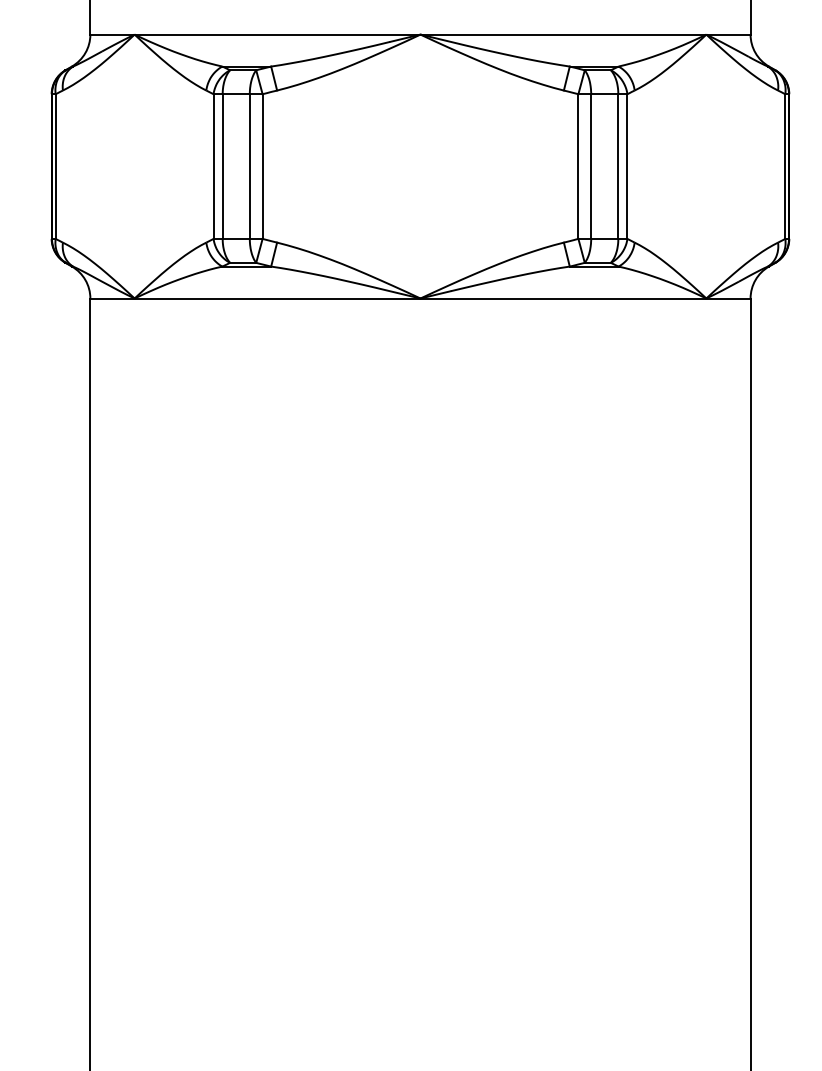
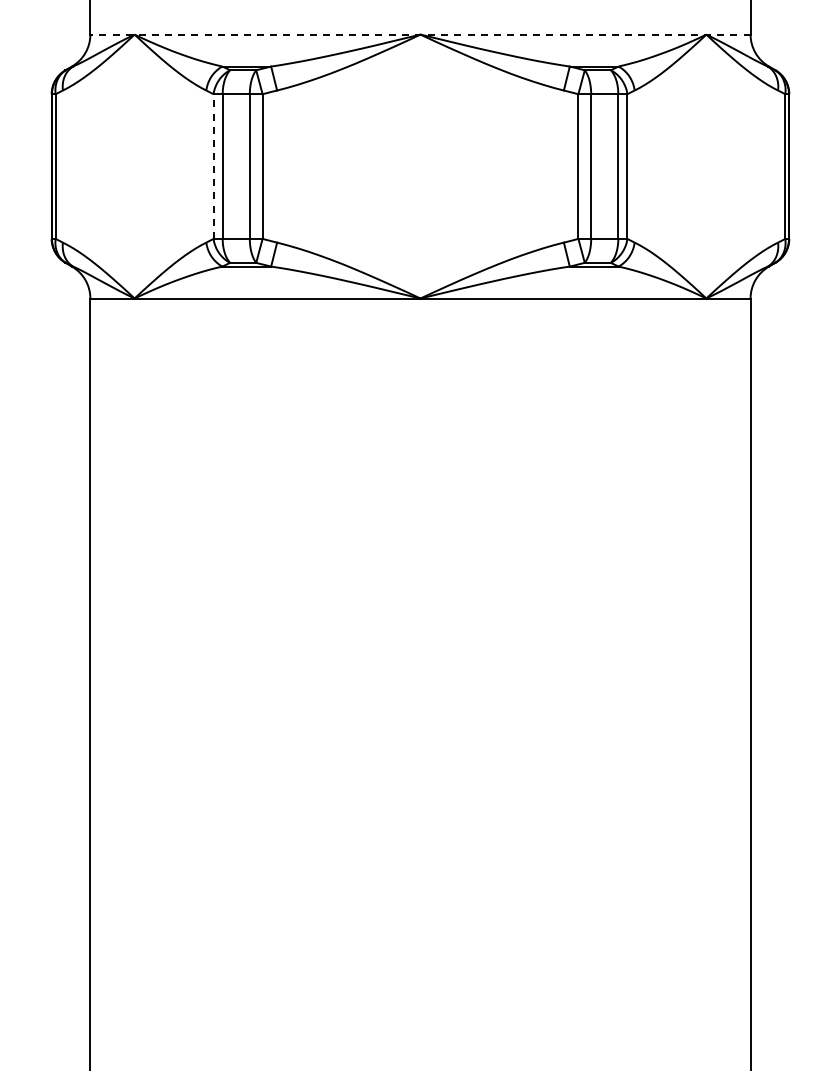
line at (419, 34): solid -> dashed
line at (213, 166): solid -> dashed
